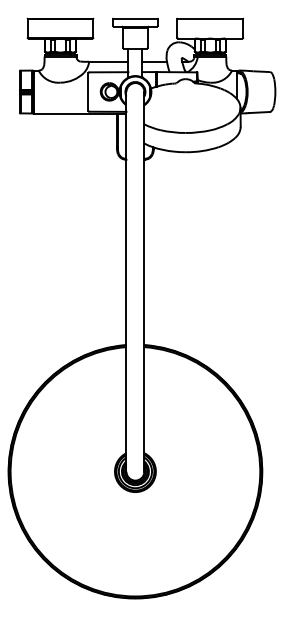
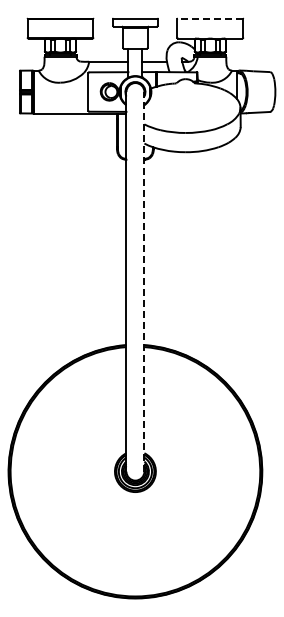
line at (209, 18): solid -> dashed
line at (144, 281): solid -> dashed
